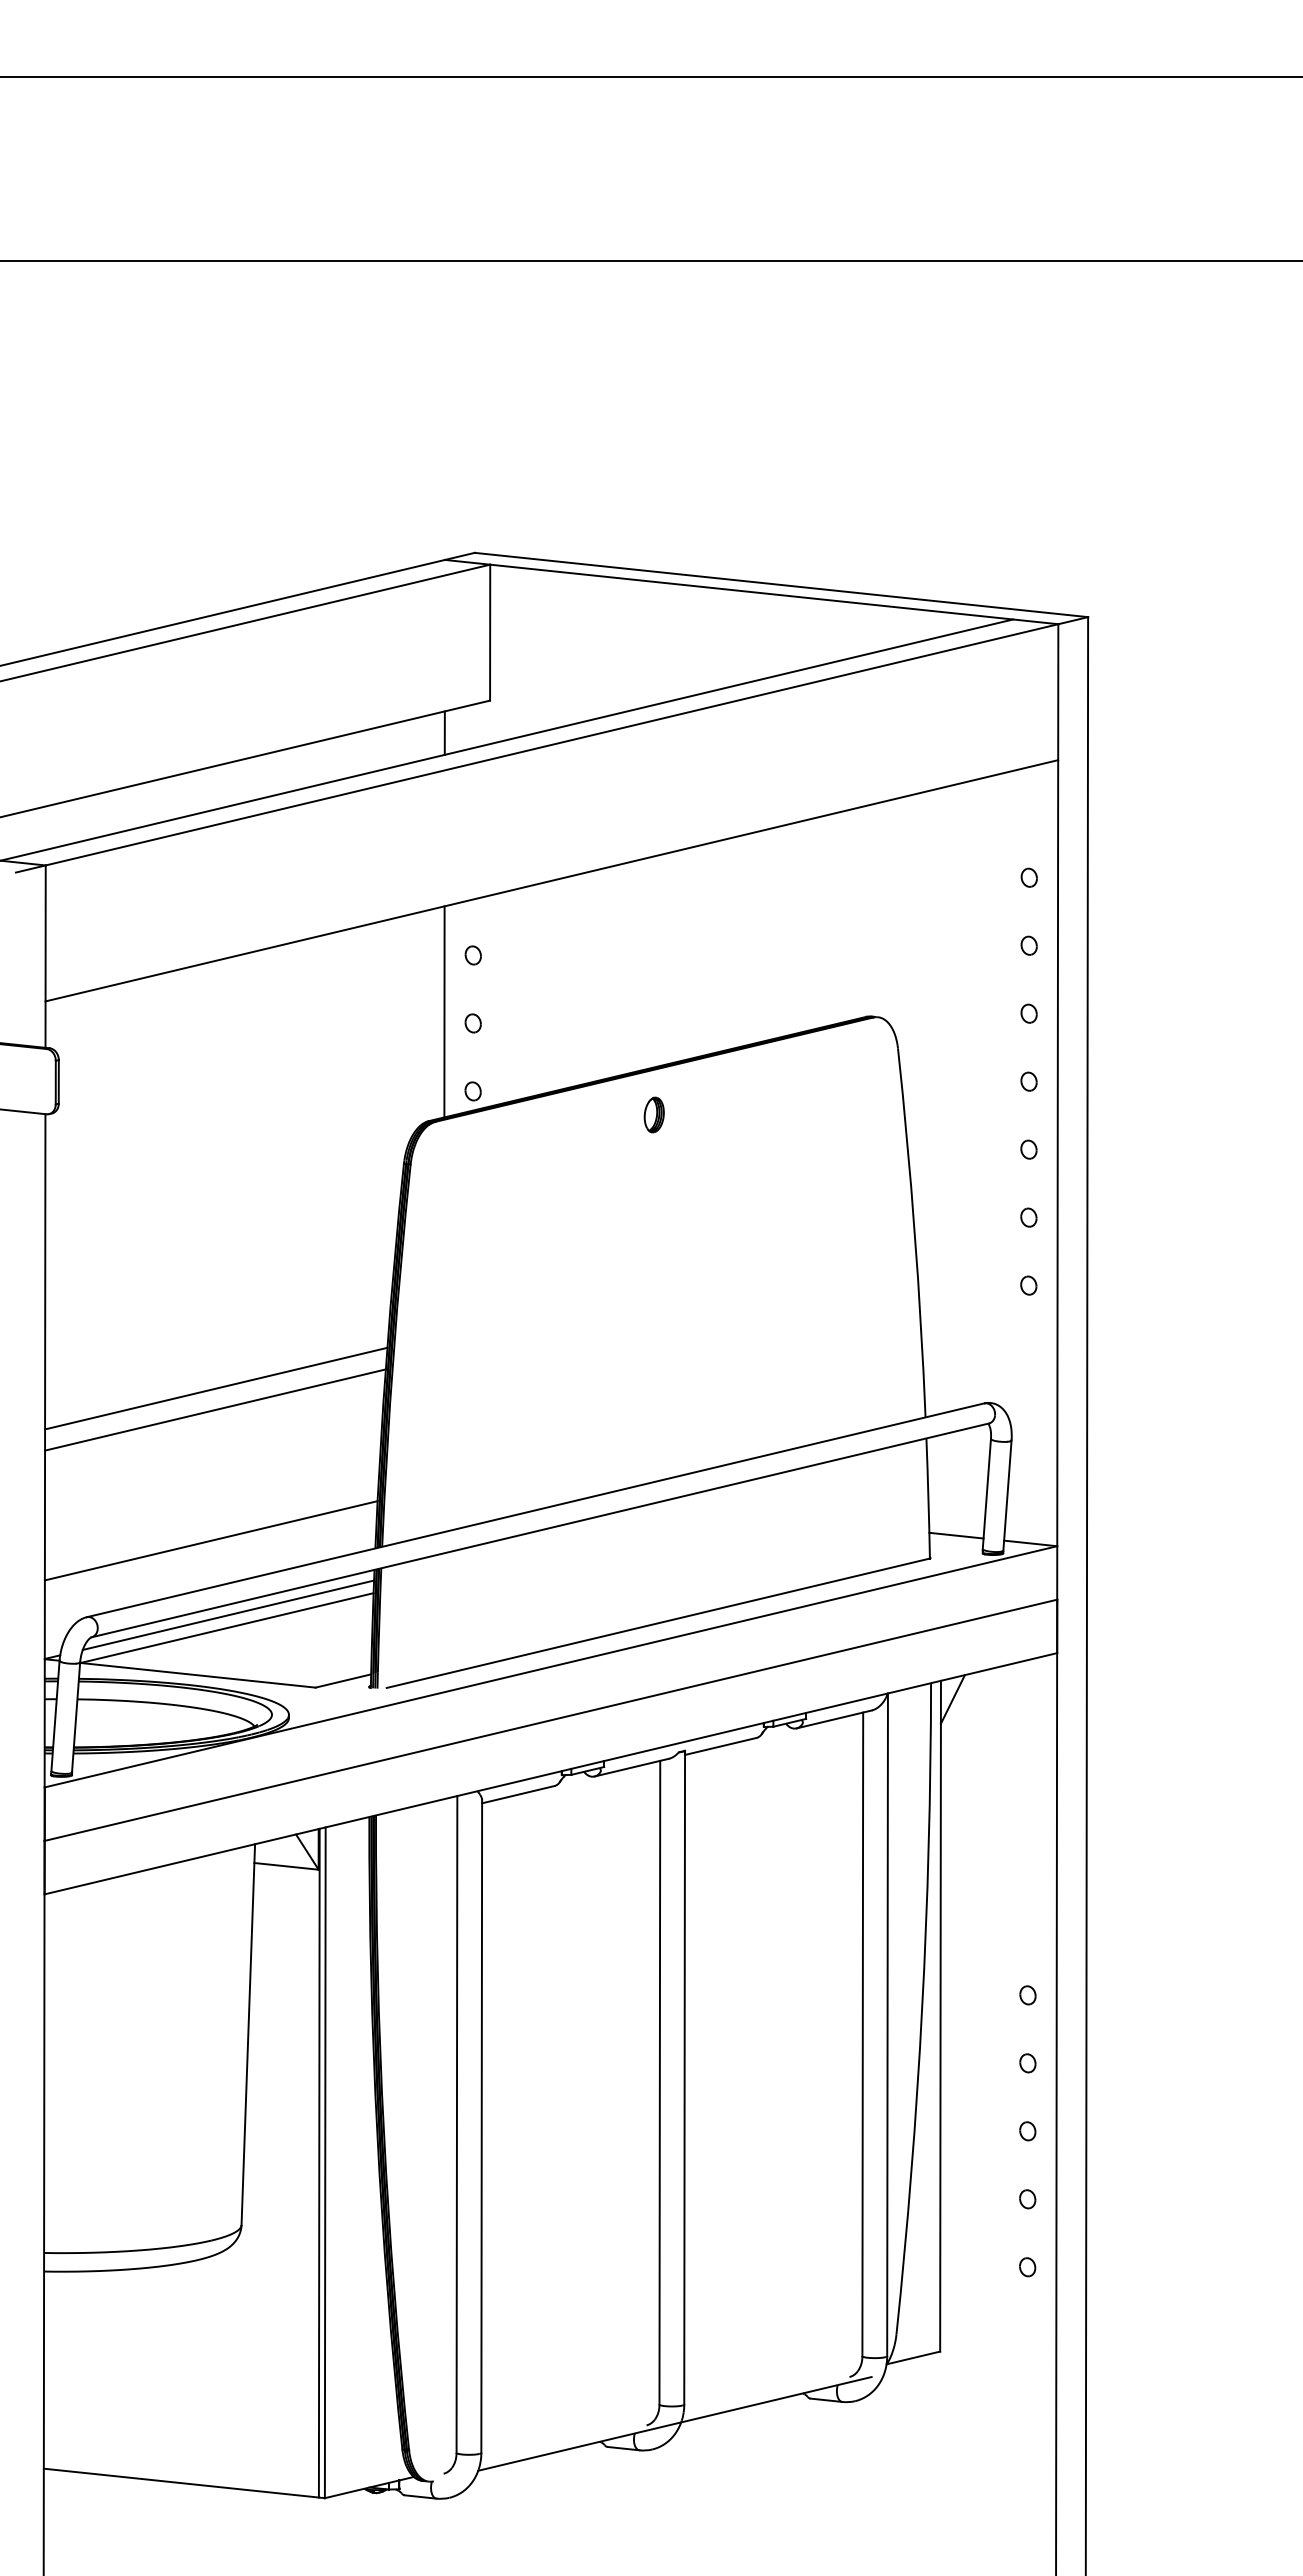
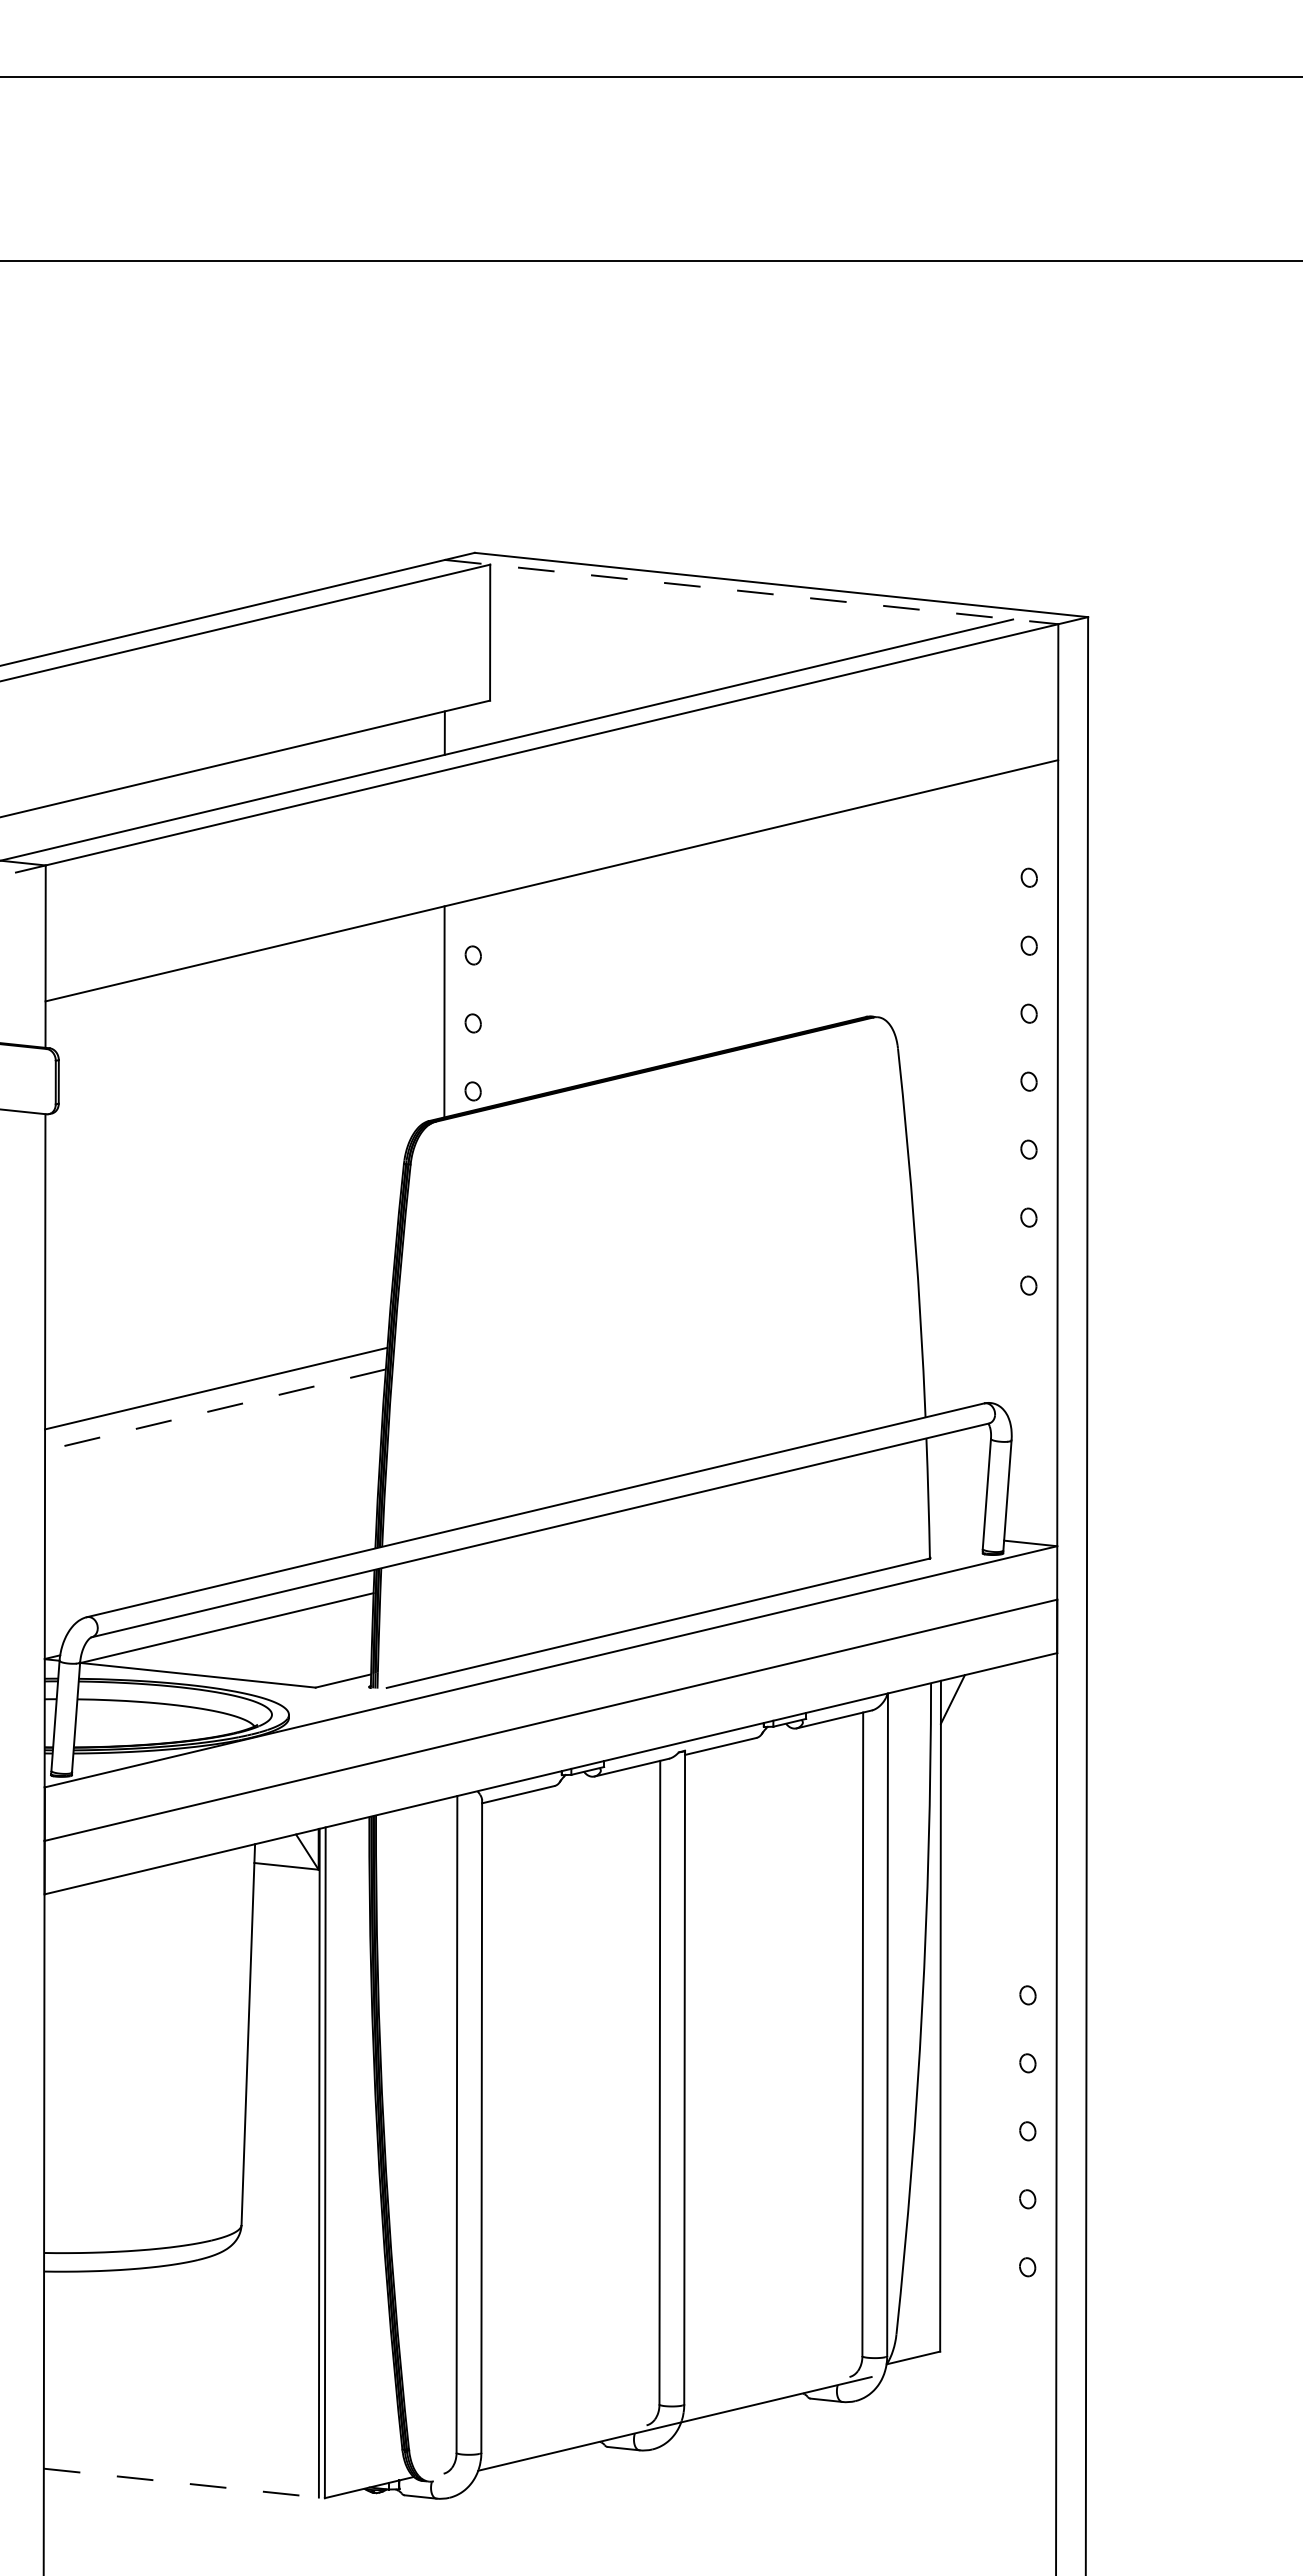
line at (752, 592): solid -> dashed
part at (653, 1114): present -> none
line at (214, 1410): solid -> dashed
line at (956, 1535): present -> none
line at (210, 1540): present -> none
line at (228, 1614): present -> none
line at (184, 2483): solid -> dashed
